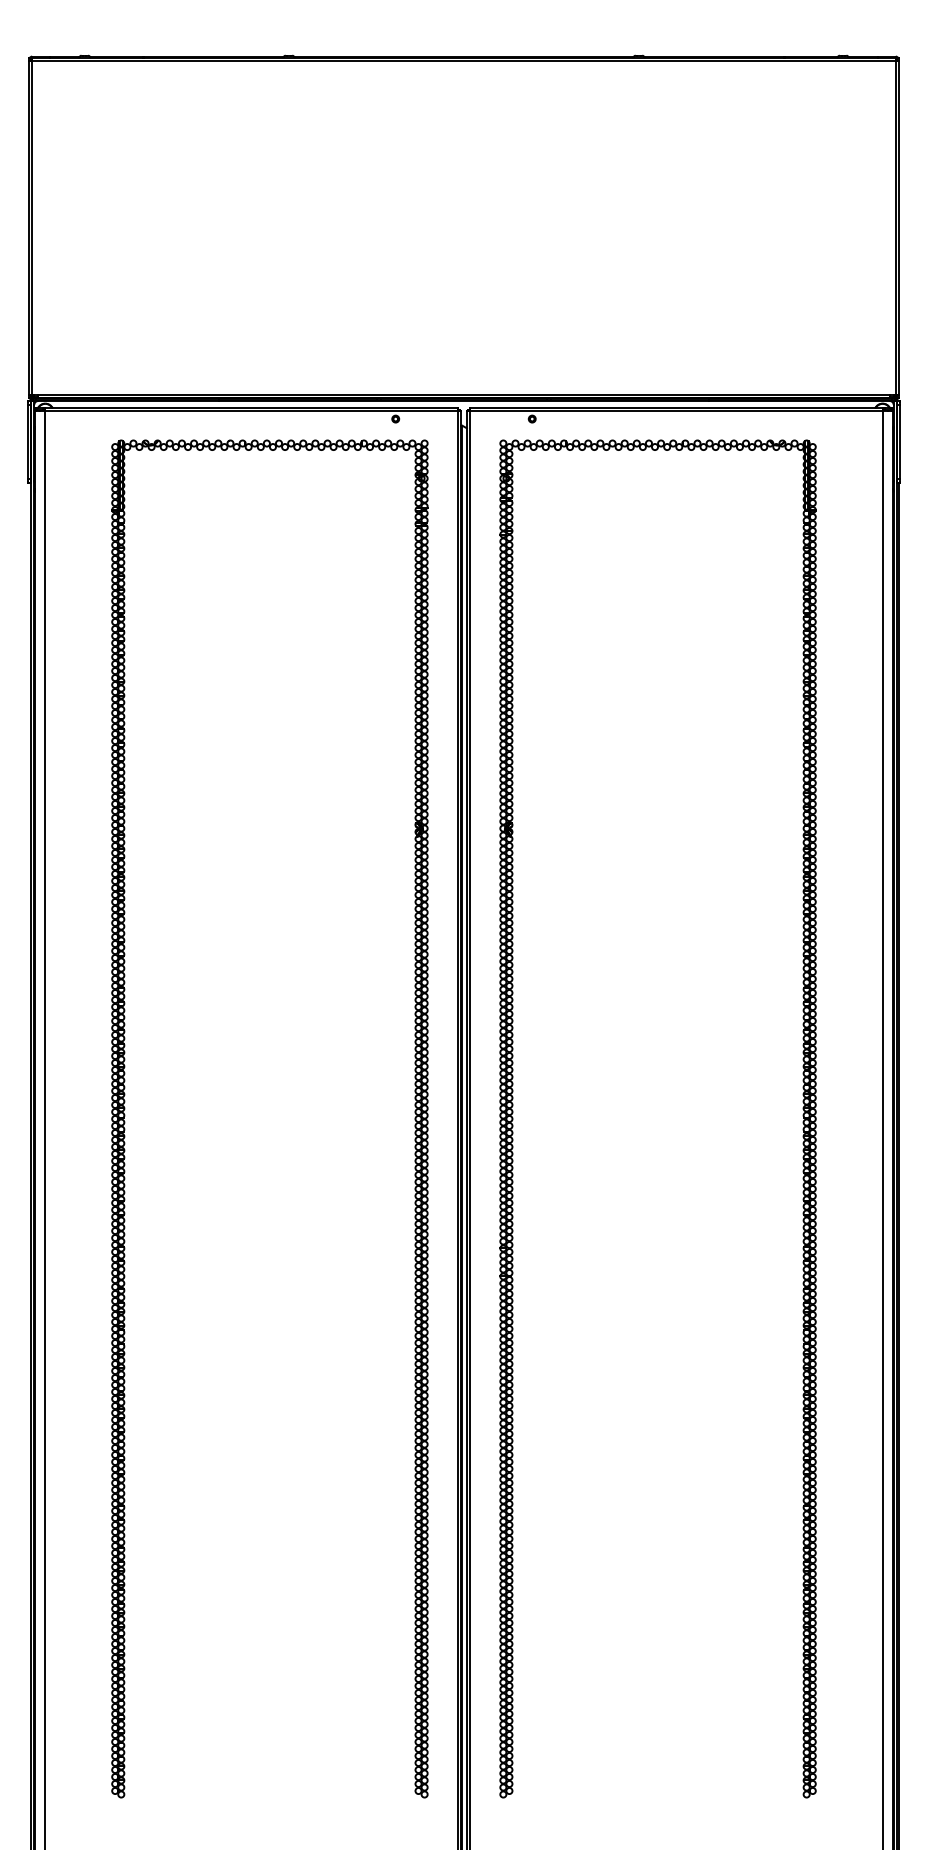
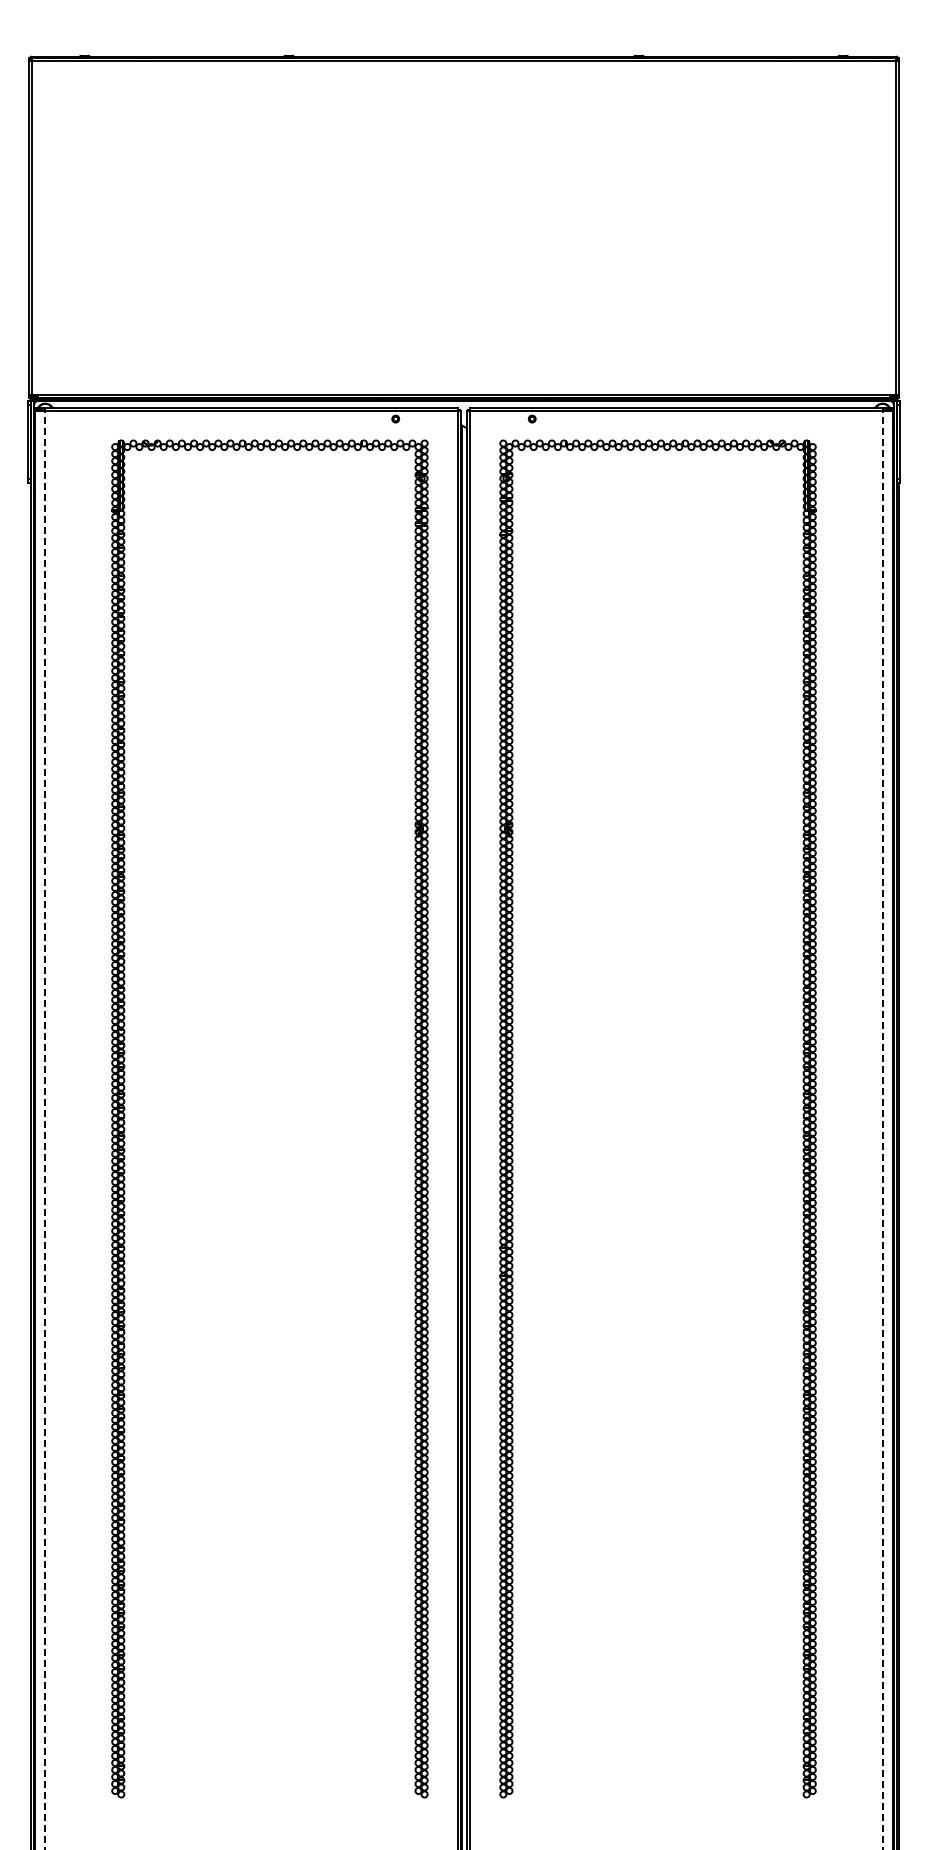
line at (44, 1129): solid -> dashed
line at (883, 1129): solid -> dashed
